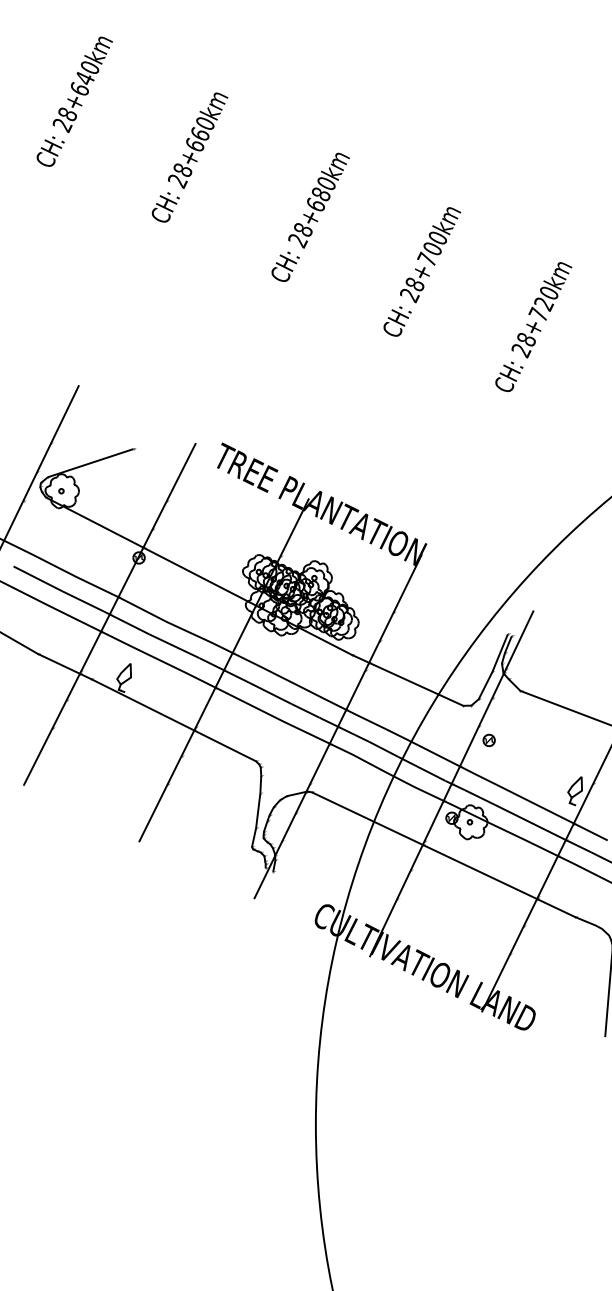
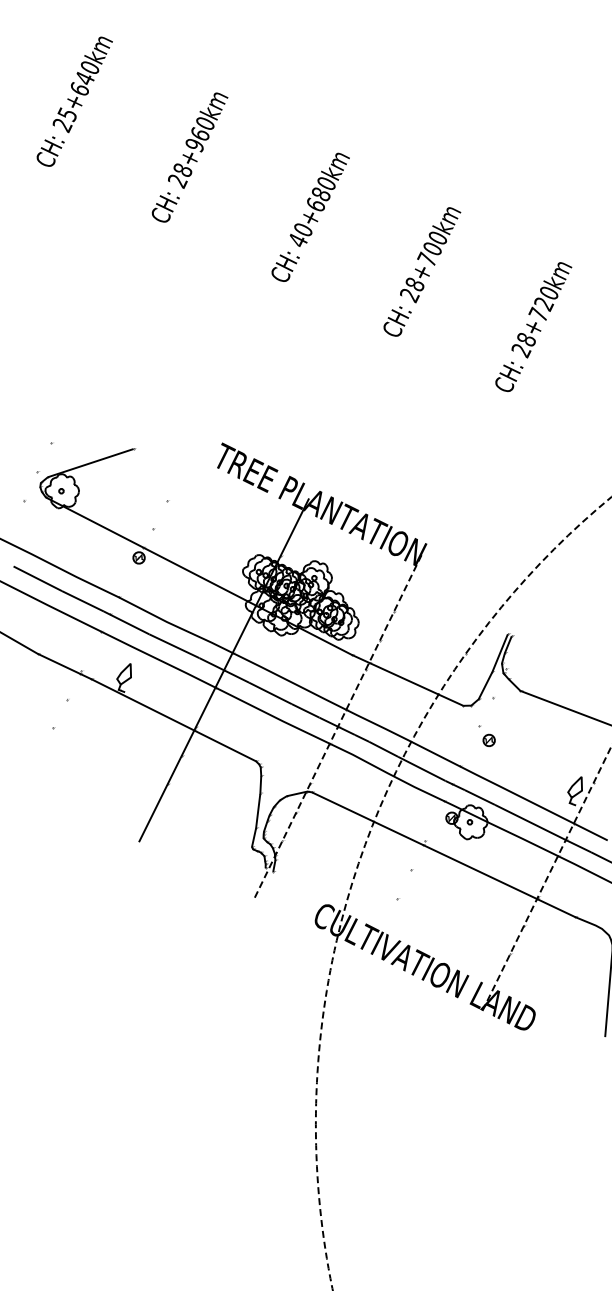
text at (66, 114): 28+640km -> 25+640km
text at (194, 144): 28+660km -> 28+960km
text at (300, 235): 28+680km -> 40+680km
line at (40, 465): present -> none
line at (109, 613): present -> none
line at (338, 726): solid -> dashed
line at (451, 783): present -> none
line at (547, 878): solid -> dashed
circle at (463, 893): solid -> dashed
